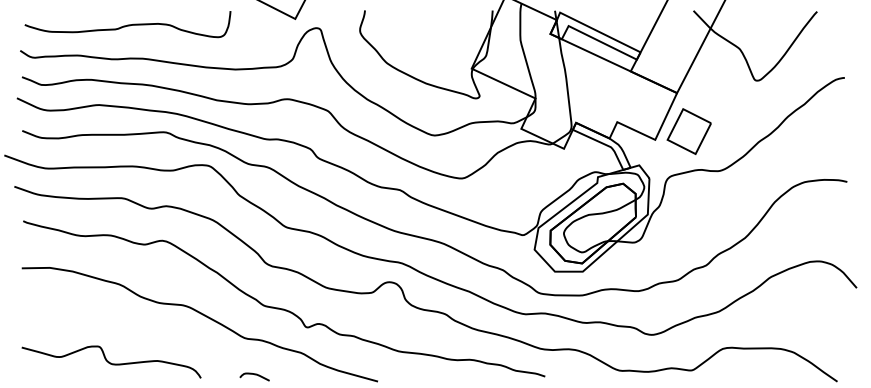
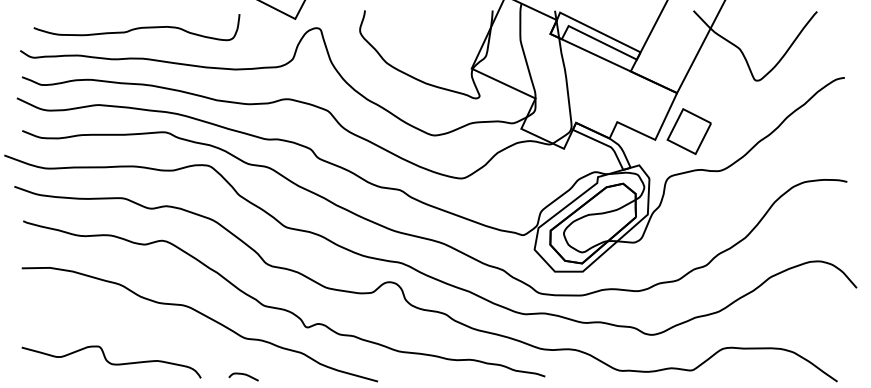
curve at (127, 24) position: (127, 24) -> (136, 27)
curve at (254, 375) position: (254, 375) -> (243, 375)
